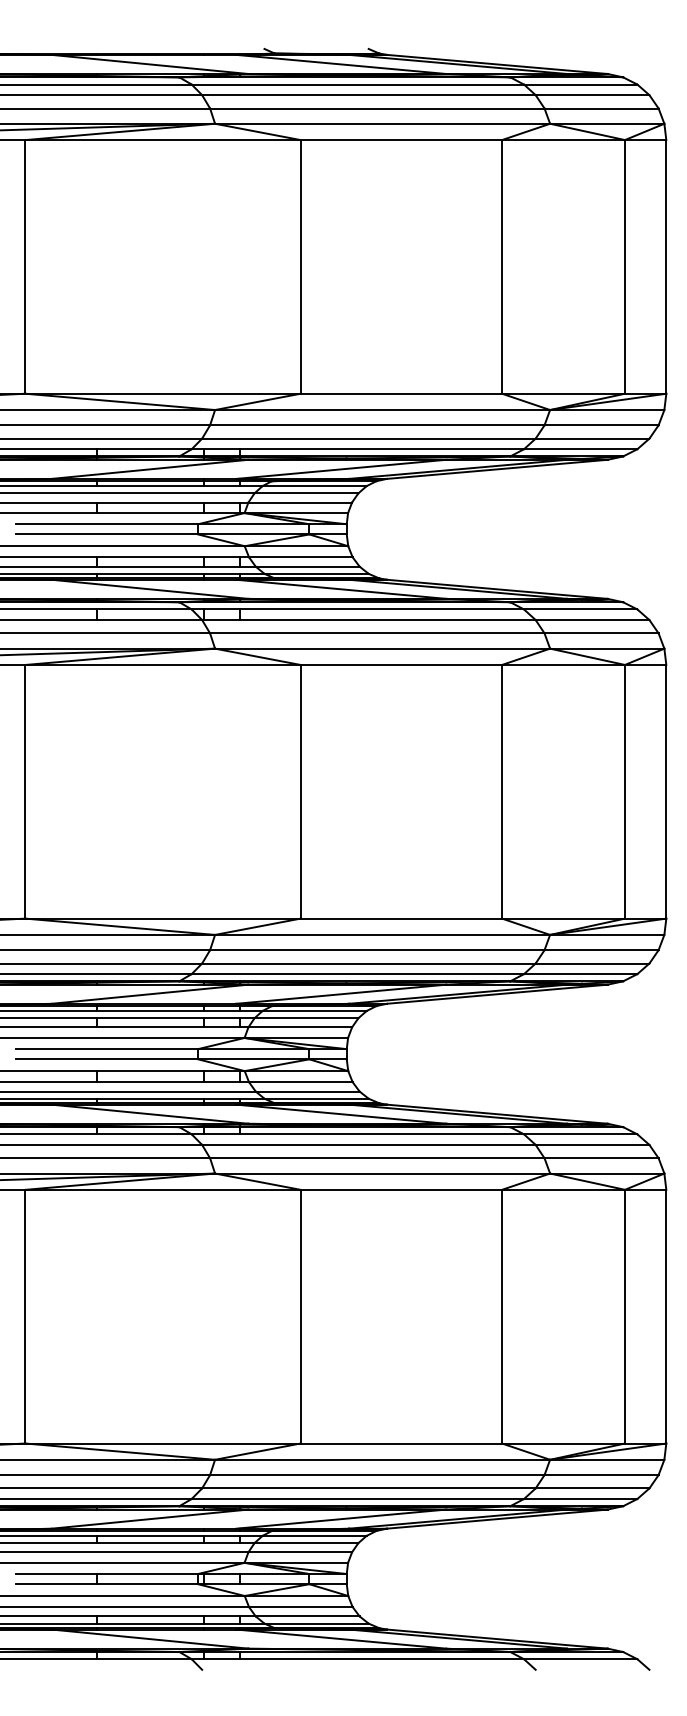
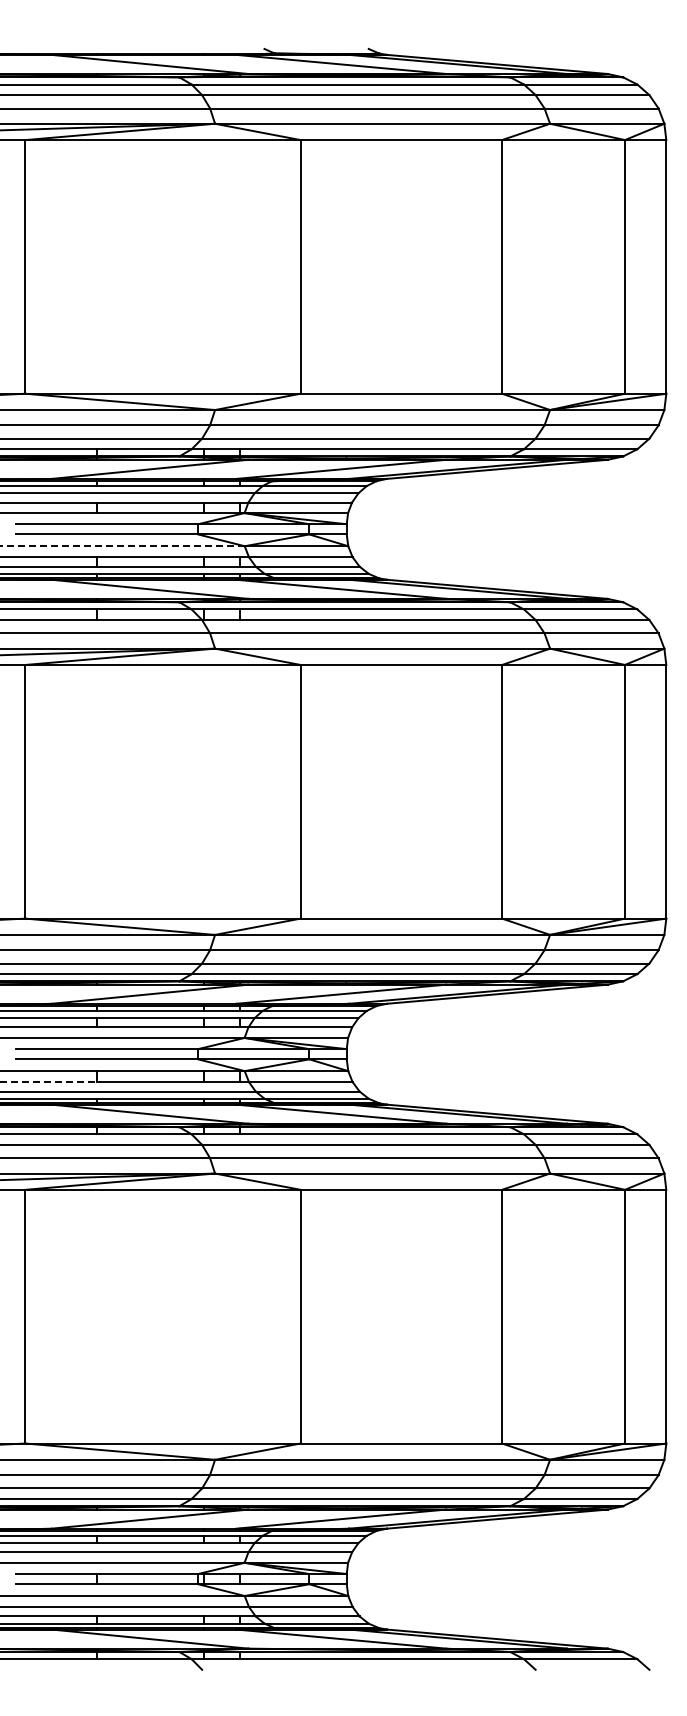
line at (121, 546): solid -> dashed
line at (48, 1082): solid -> dashed
